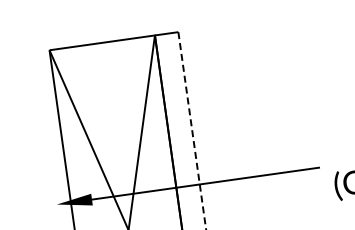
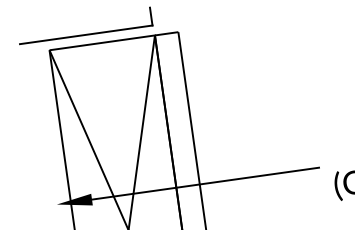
part at (86, 33): none -> present
line at (192, 130): dashed -> solid
